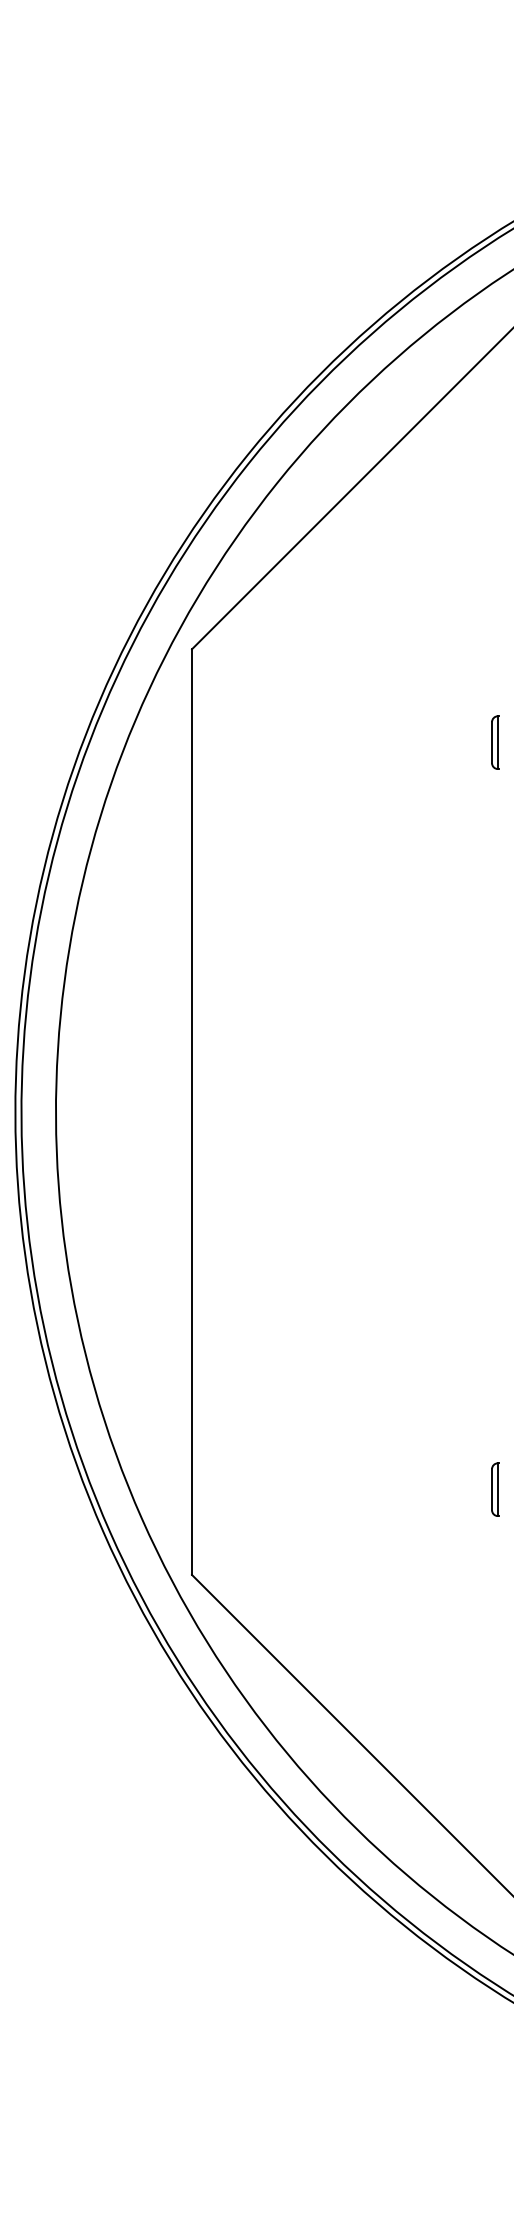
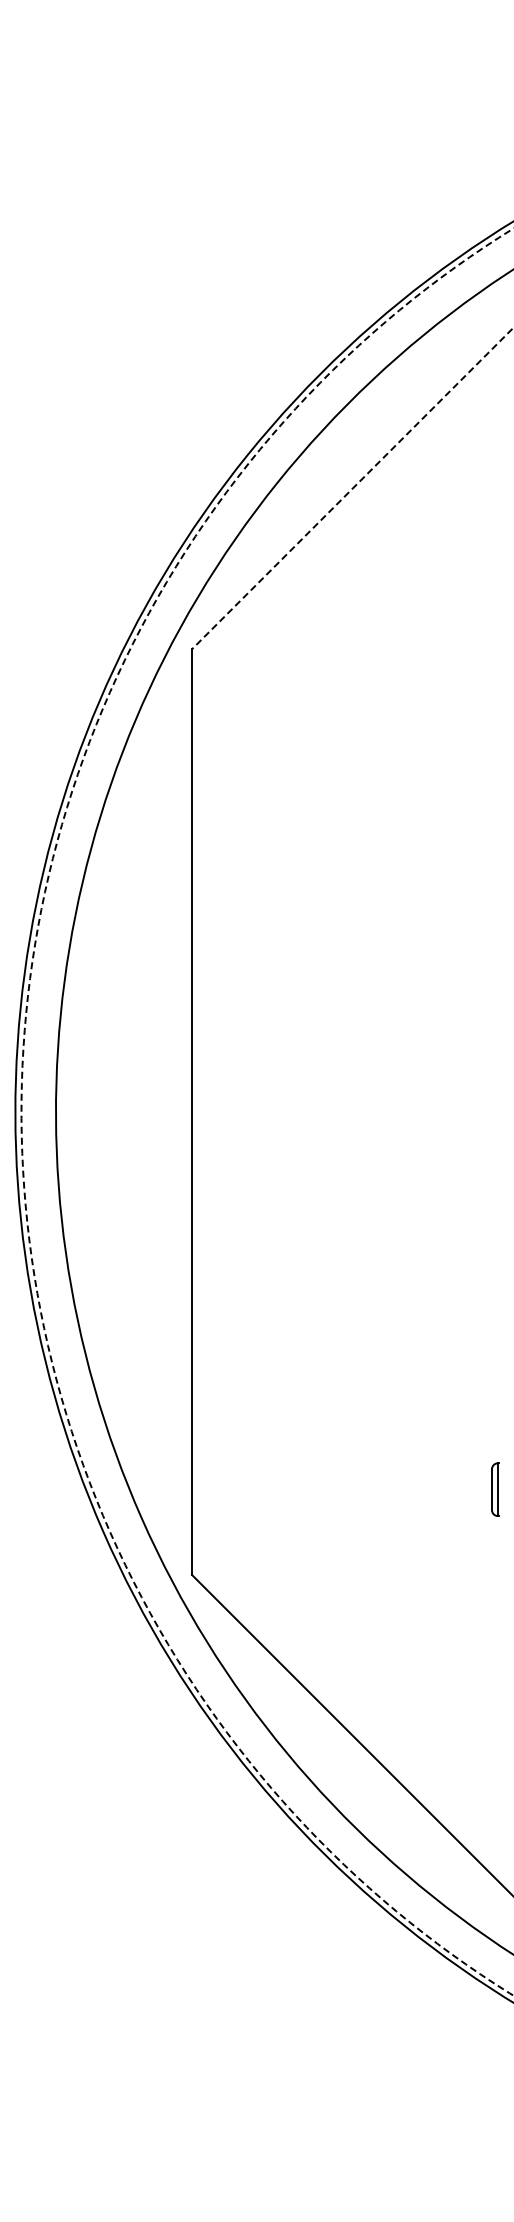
line at (352, 488): solid -> dashed
part at (495, 742): present -> none
arc at (21, 1112): solid -> dashed
